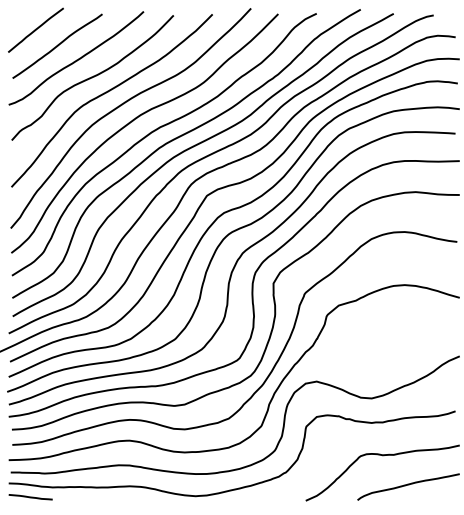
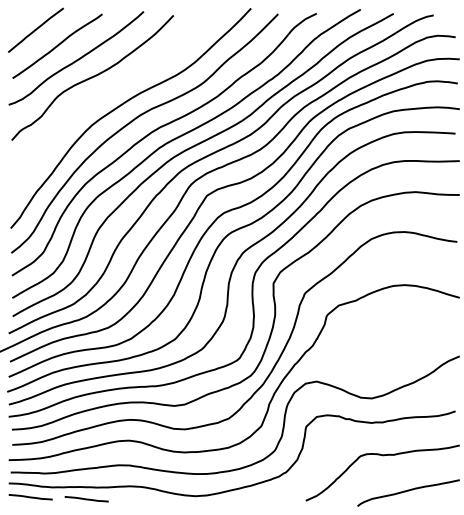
curve at (108, 92): present -> none
curve at (408, 485) position: (408, 485) -> (408, 491)
line at (86, 499): none -> present
